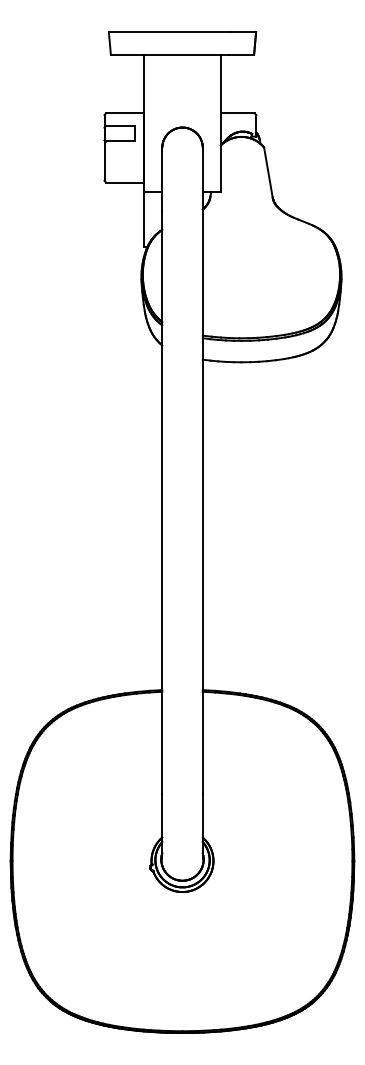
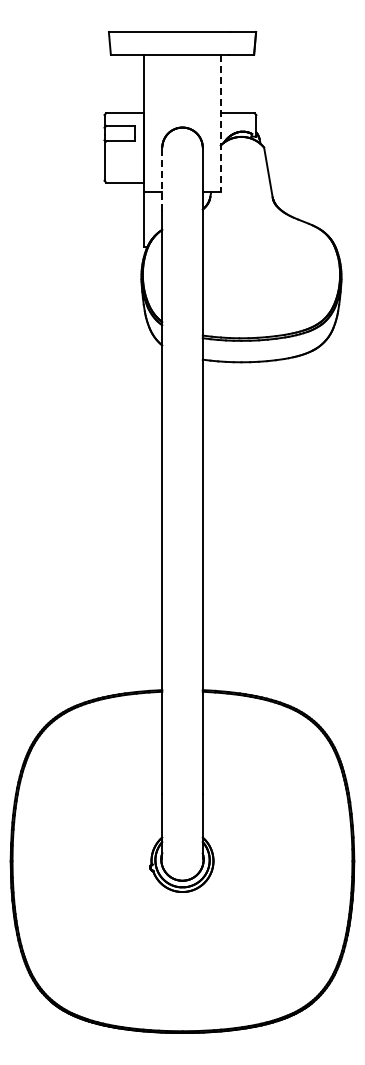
line at (220, 124): solid -> dashed
line at (162, 179): solid -> dashed
